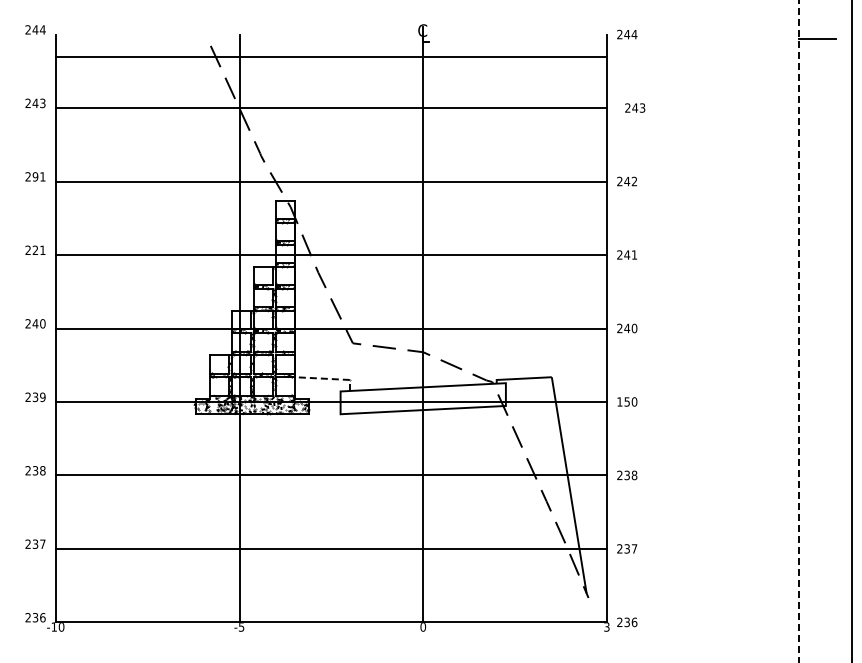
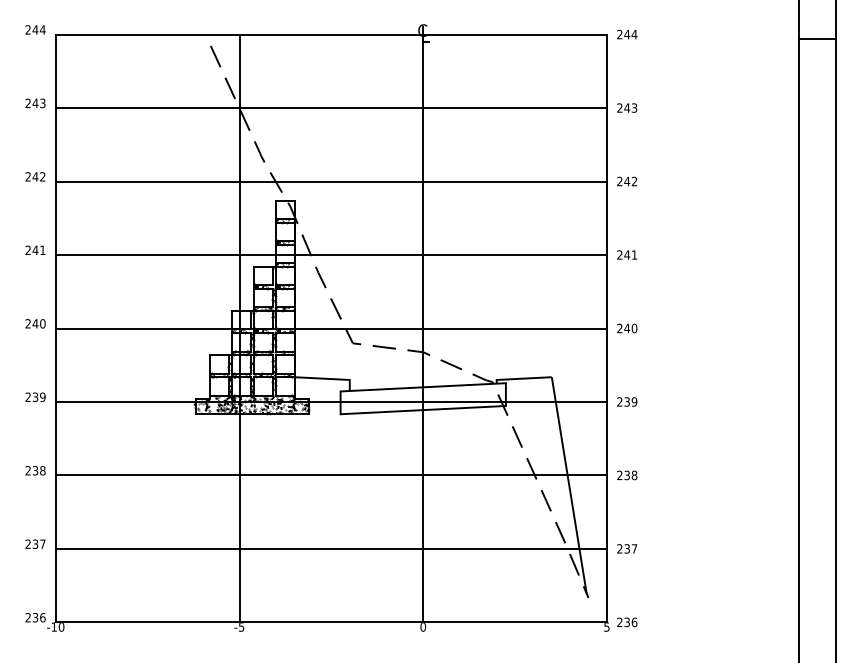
line at (330, 56) position: (330, 56) -> (330, 34)
text at (635, 107) position: (635, 107) -> (627, 107)
text at (38, 176): 291 -> 242
text at (35, 249): 221 -> 241
line at (852, 330) position: (852, 330) -> (836, 330)
line at (799, 331): dashed -> solid
line at (328, 378): dashed -> solid
text at (627, 401): 150 -> 239
text at (606, 626): 3 -> 5
